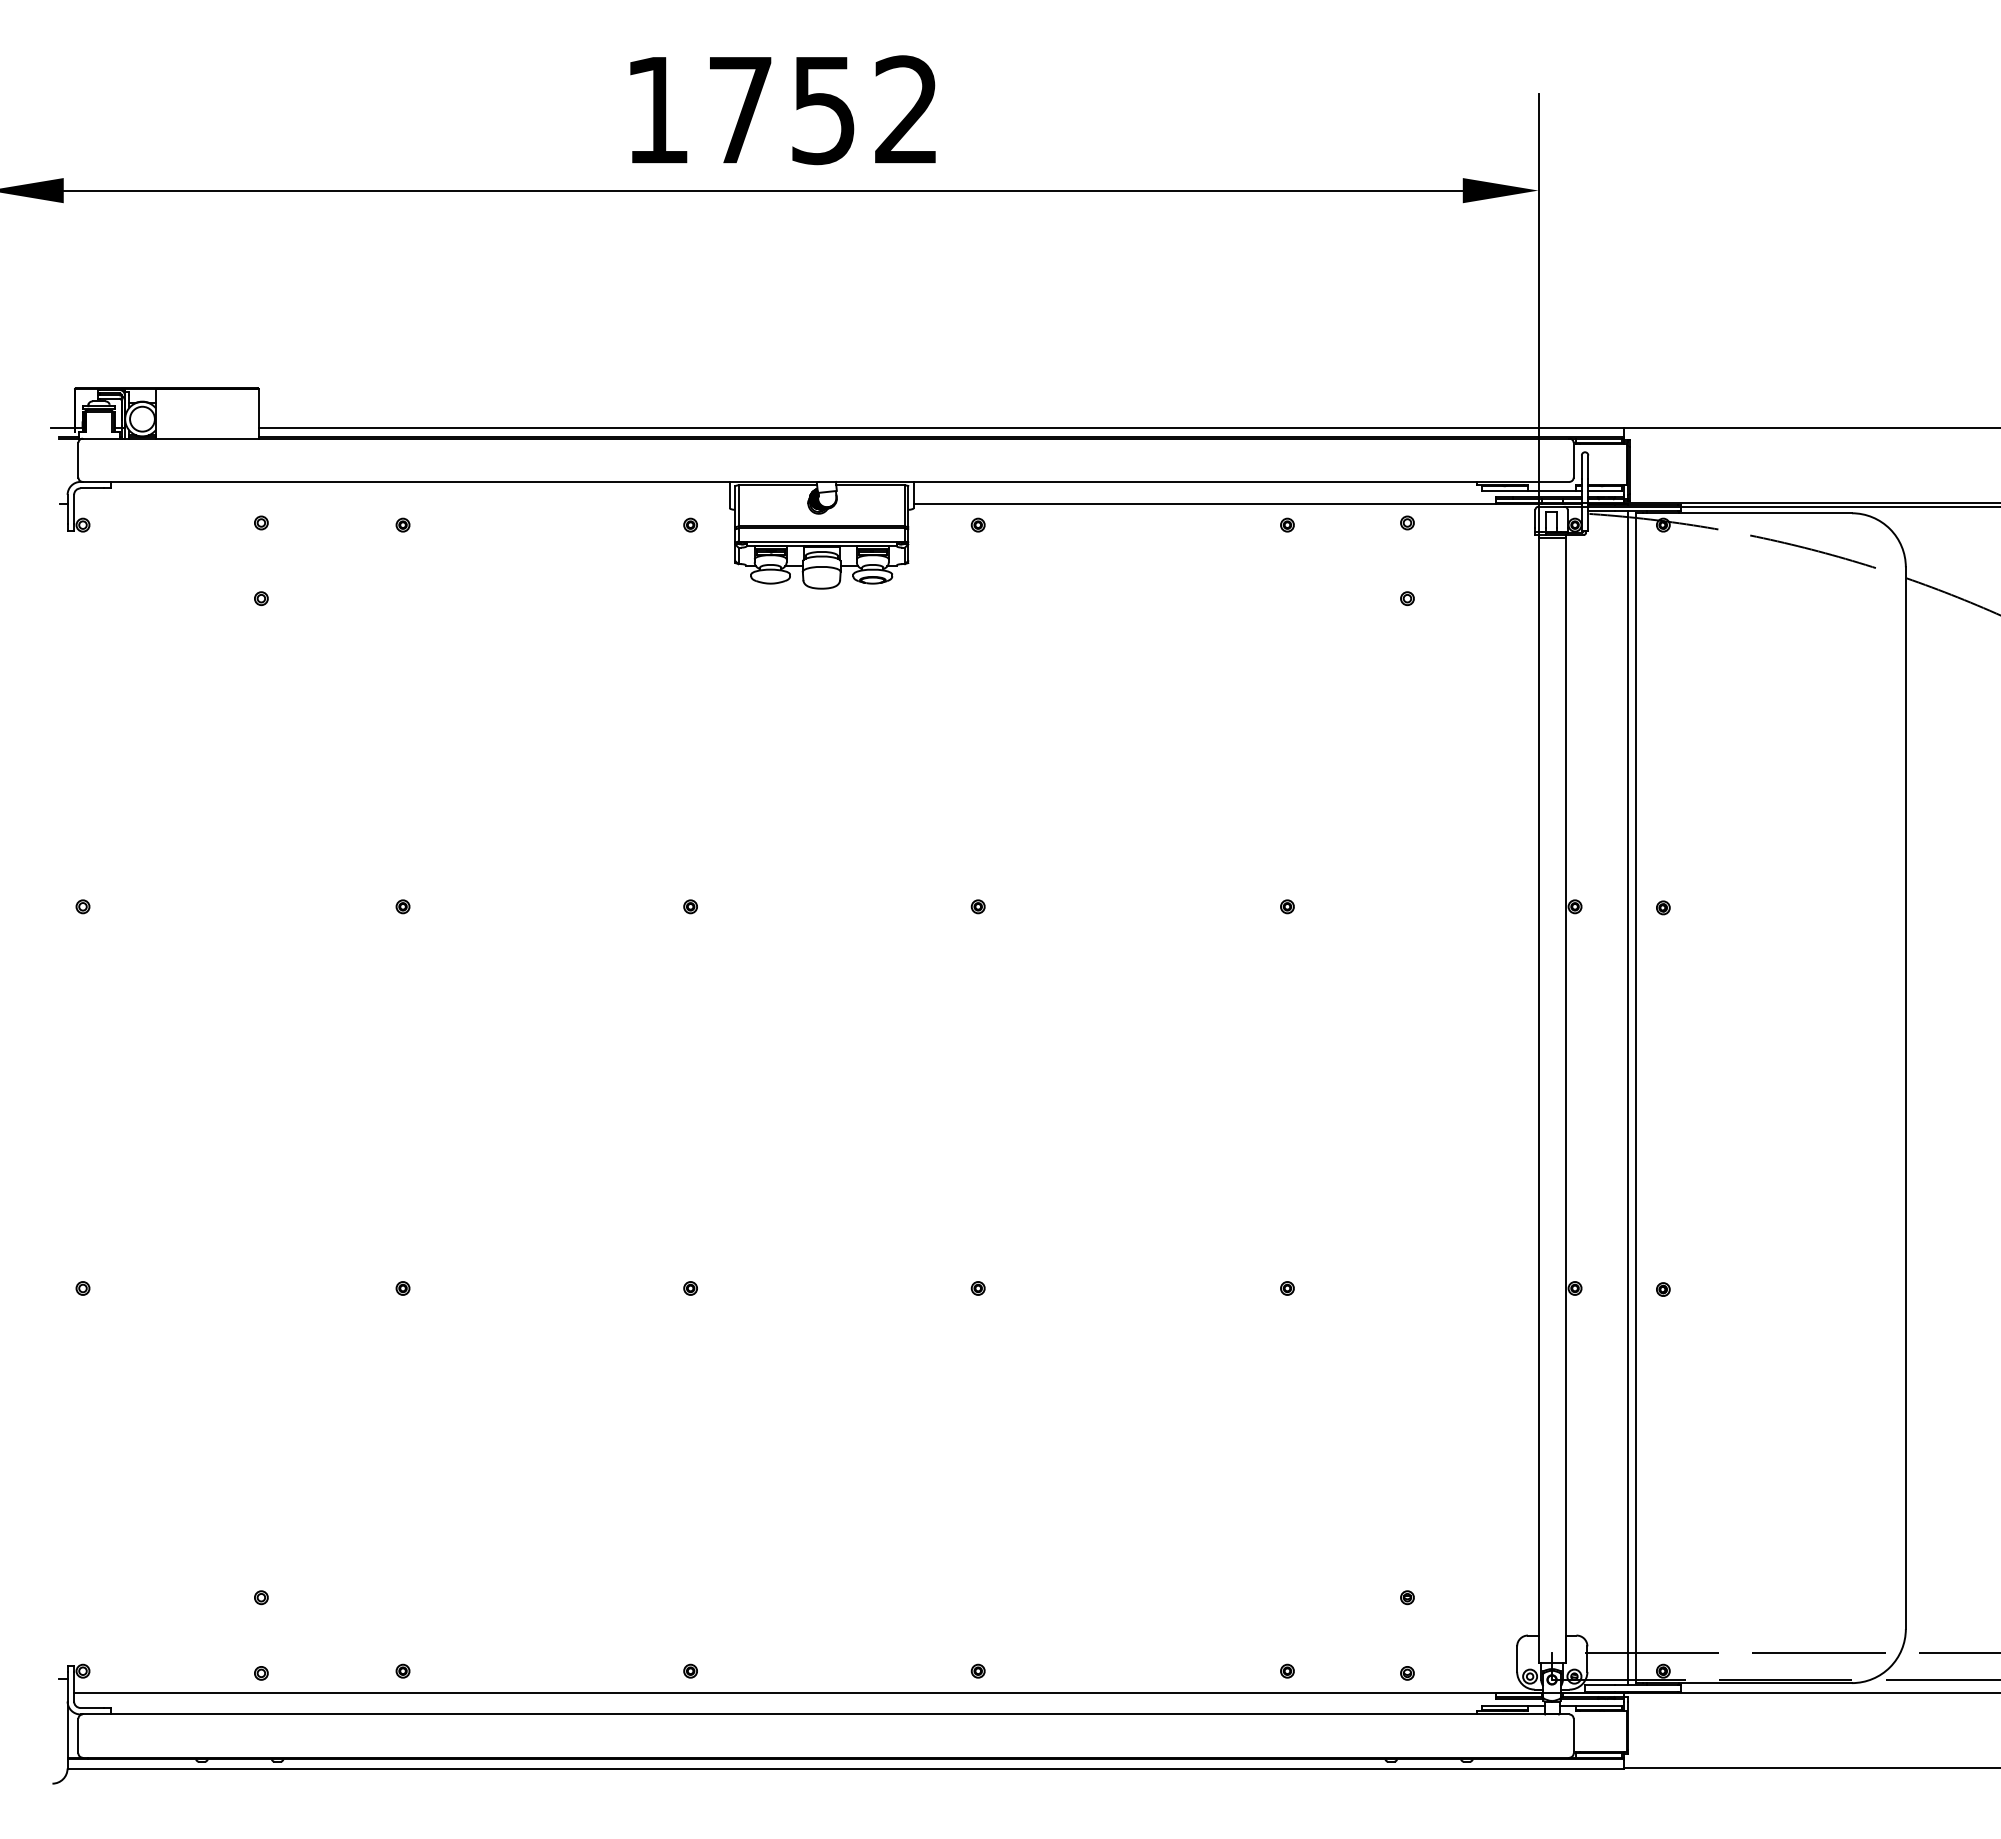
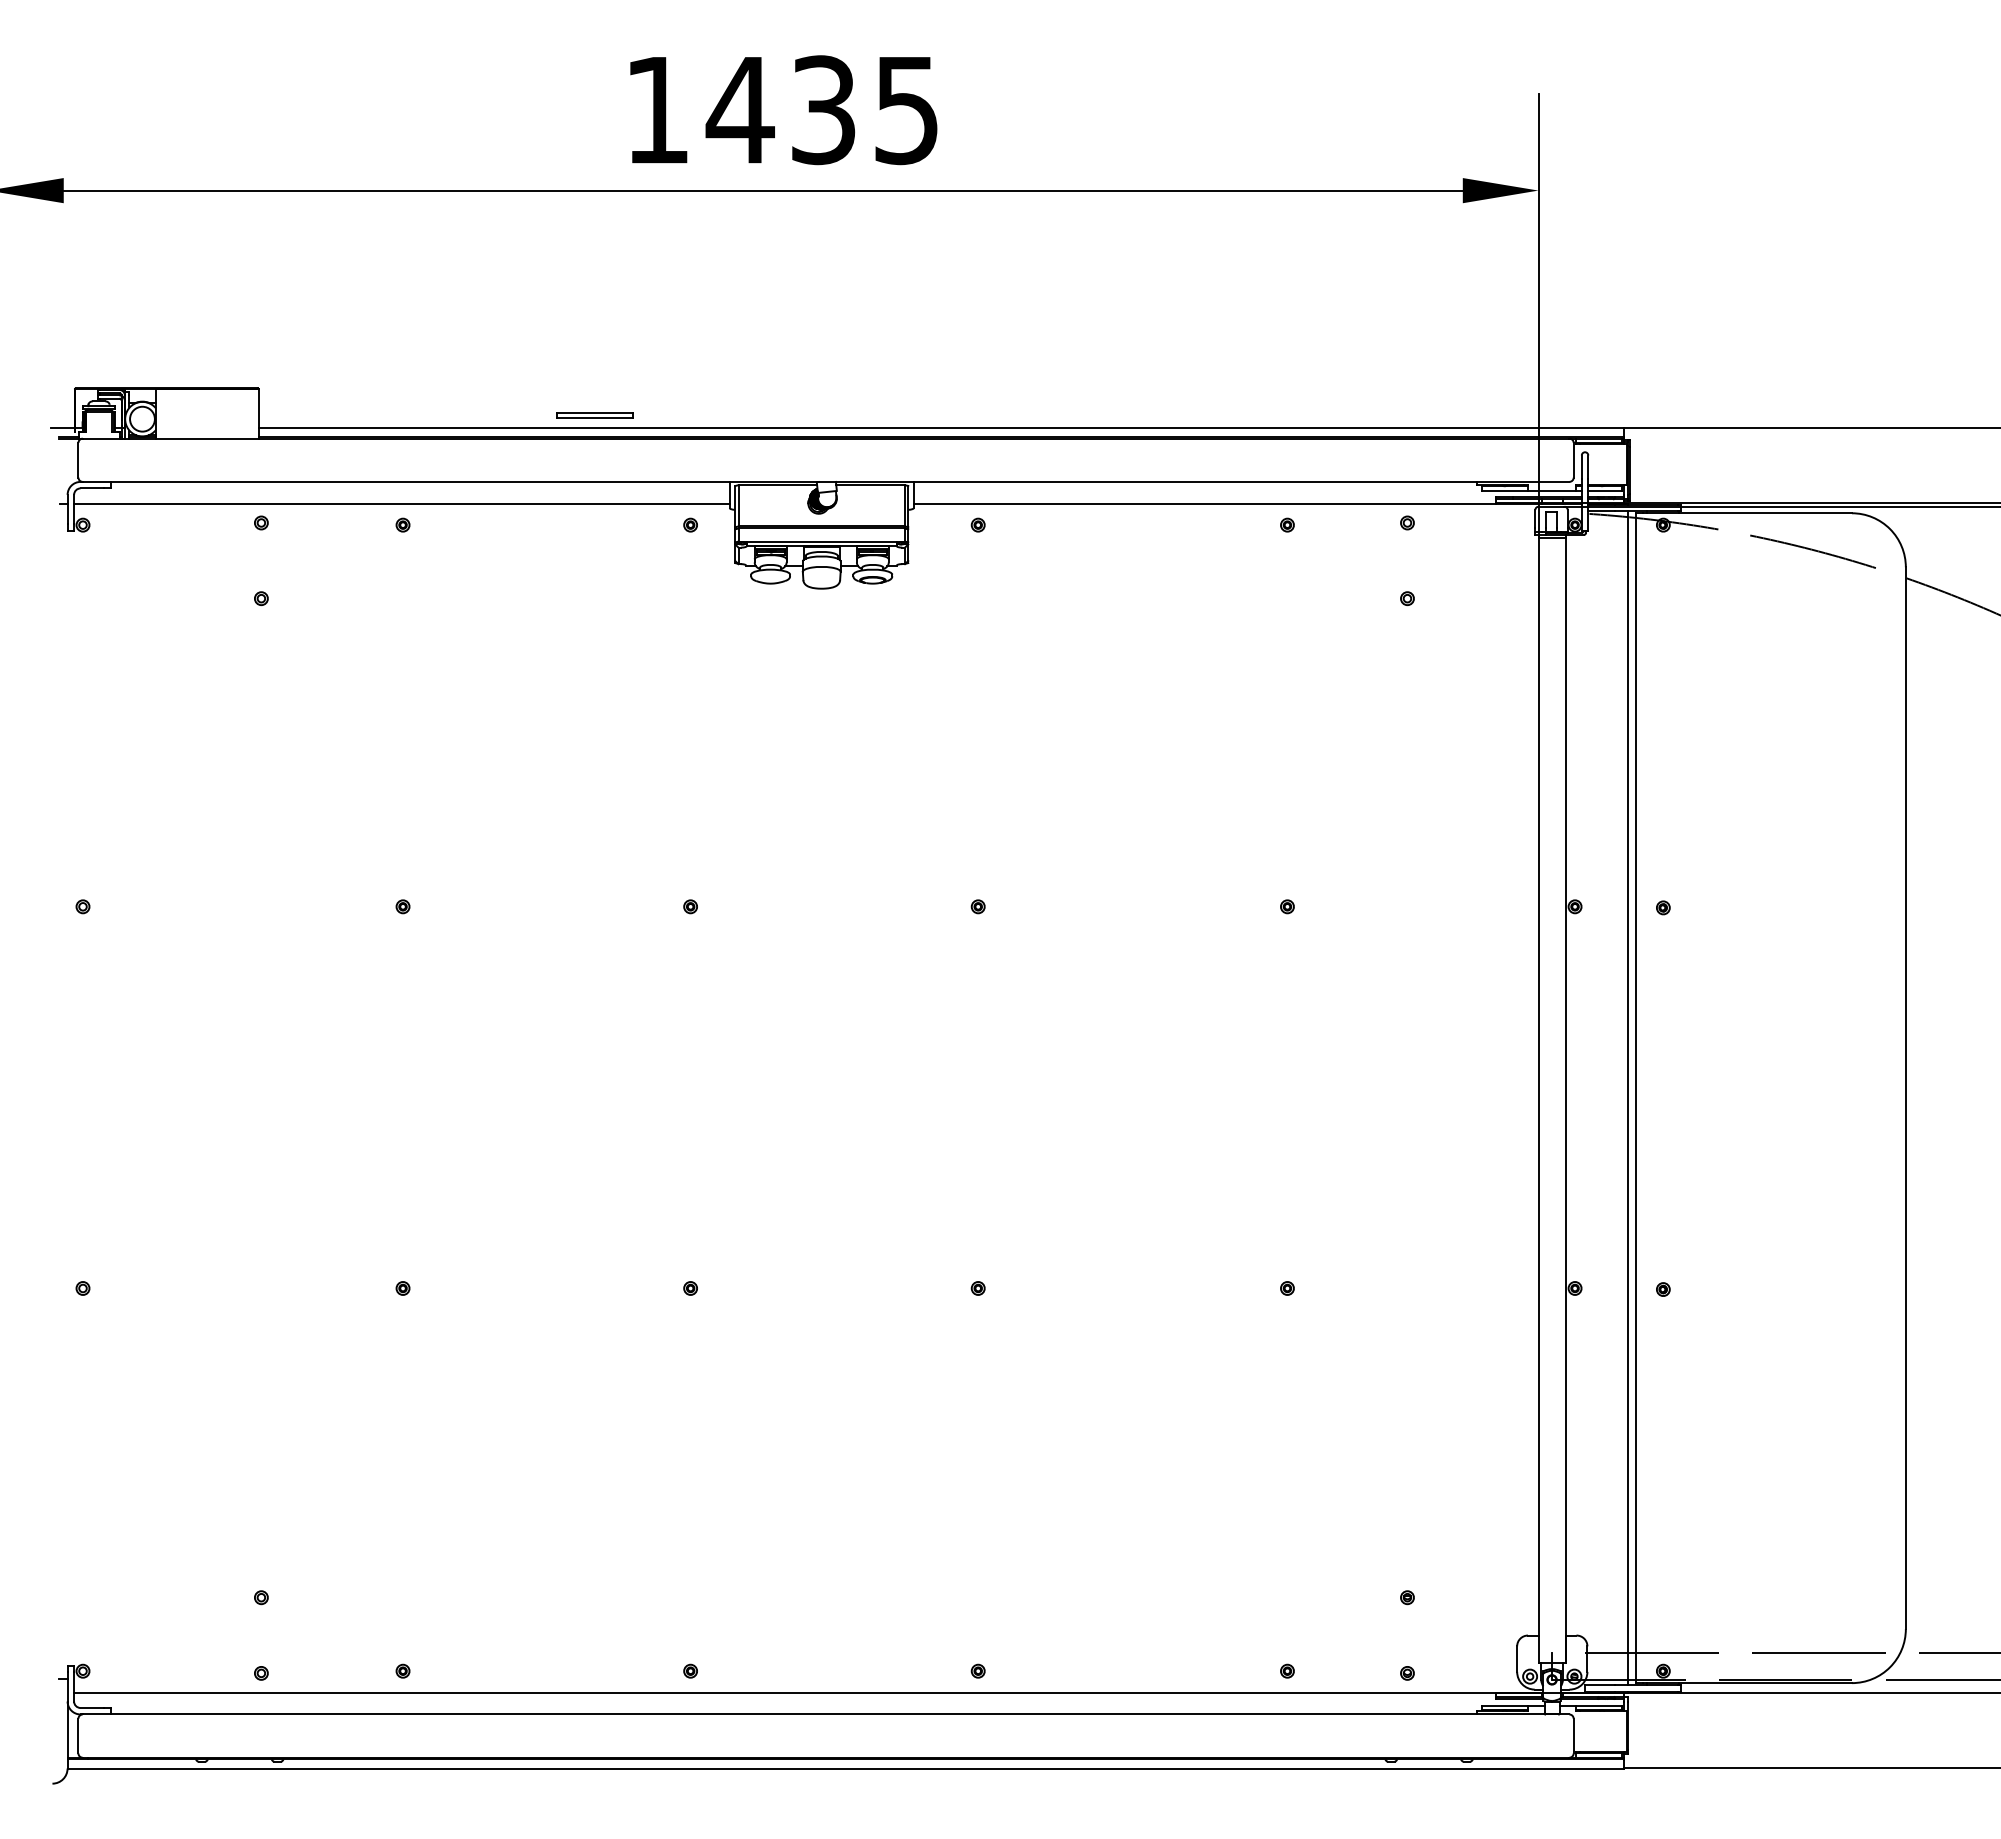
text at (821, 110): 1752 -> 1435
part at (594, 415): none -> present
line at (401, 503): none -> present
